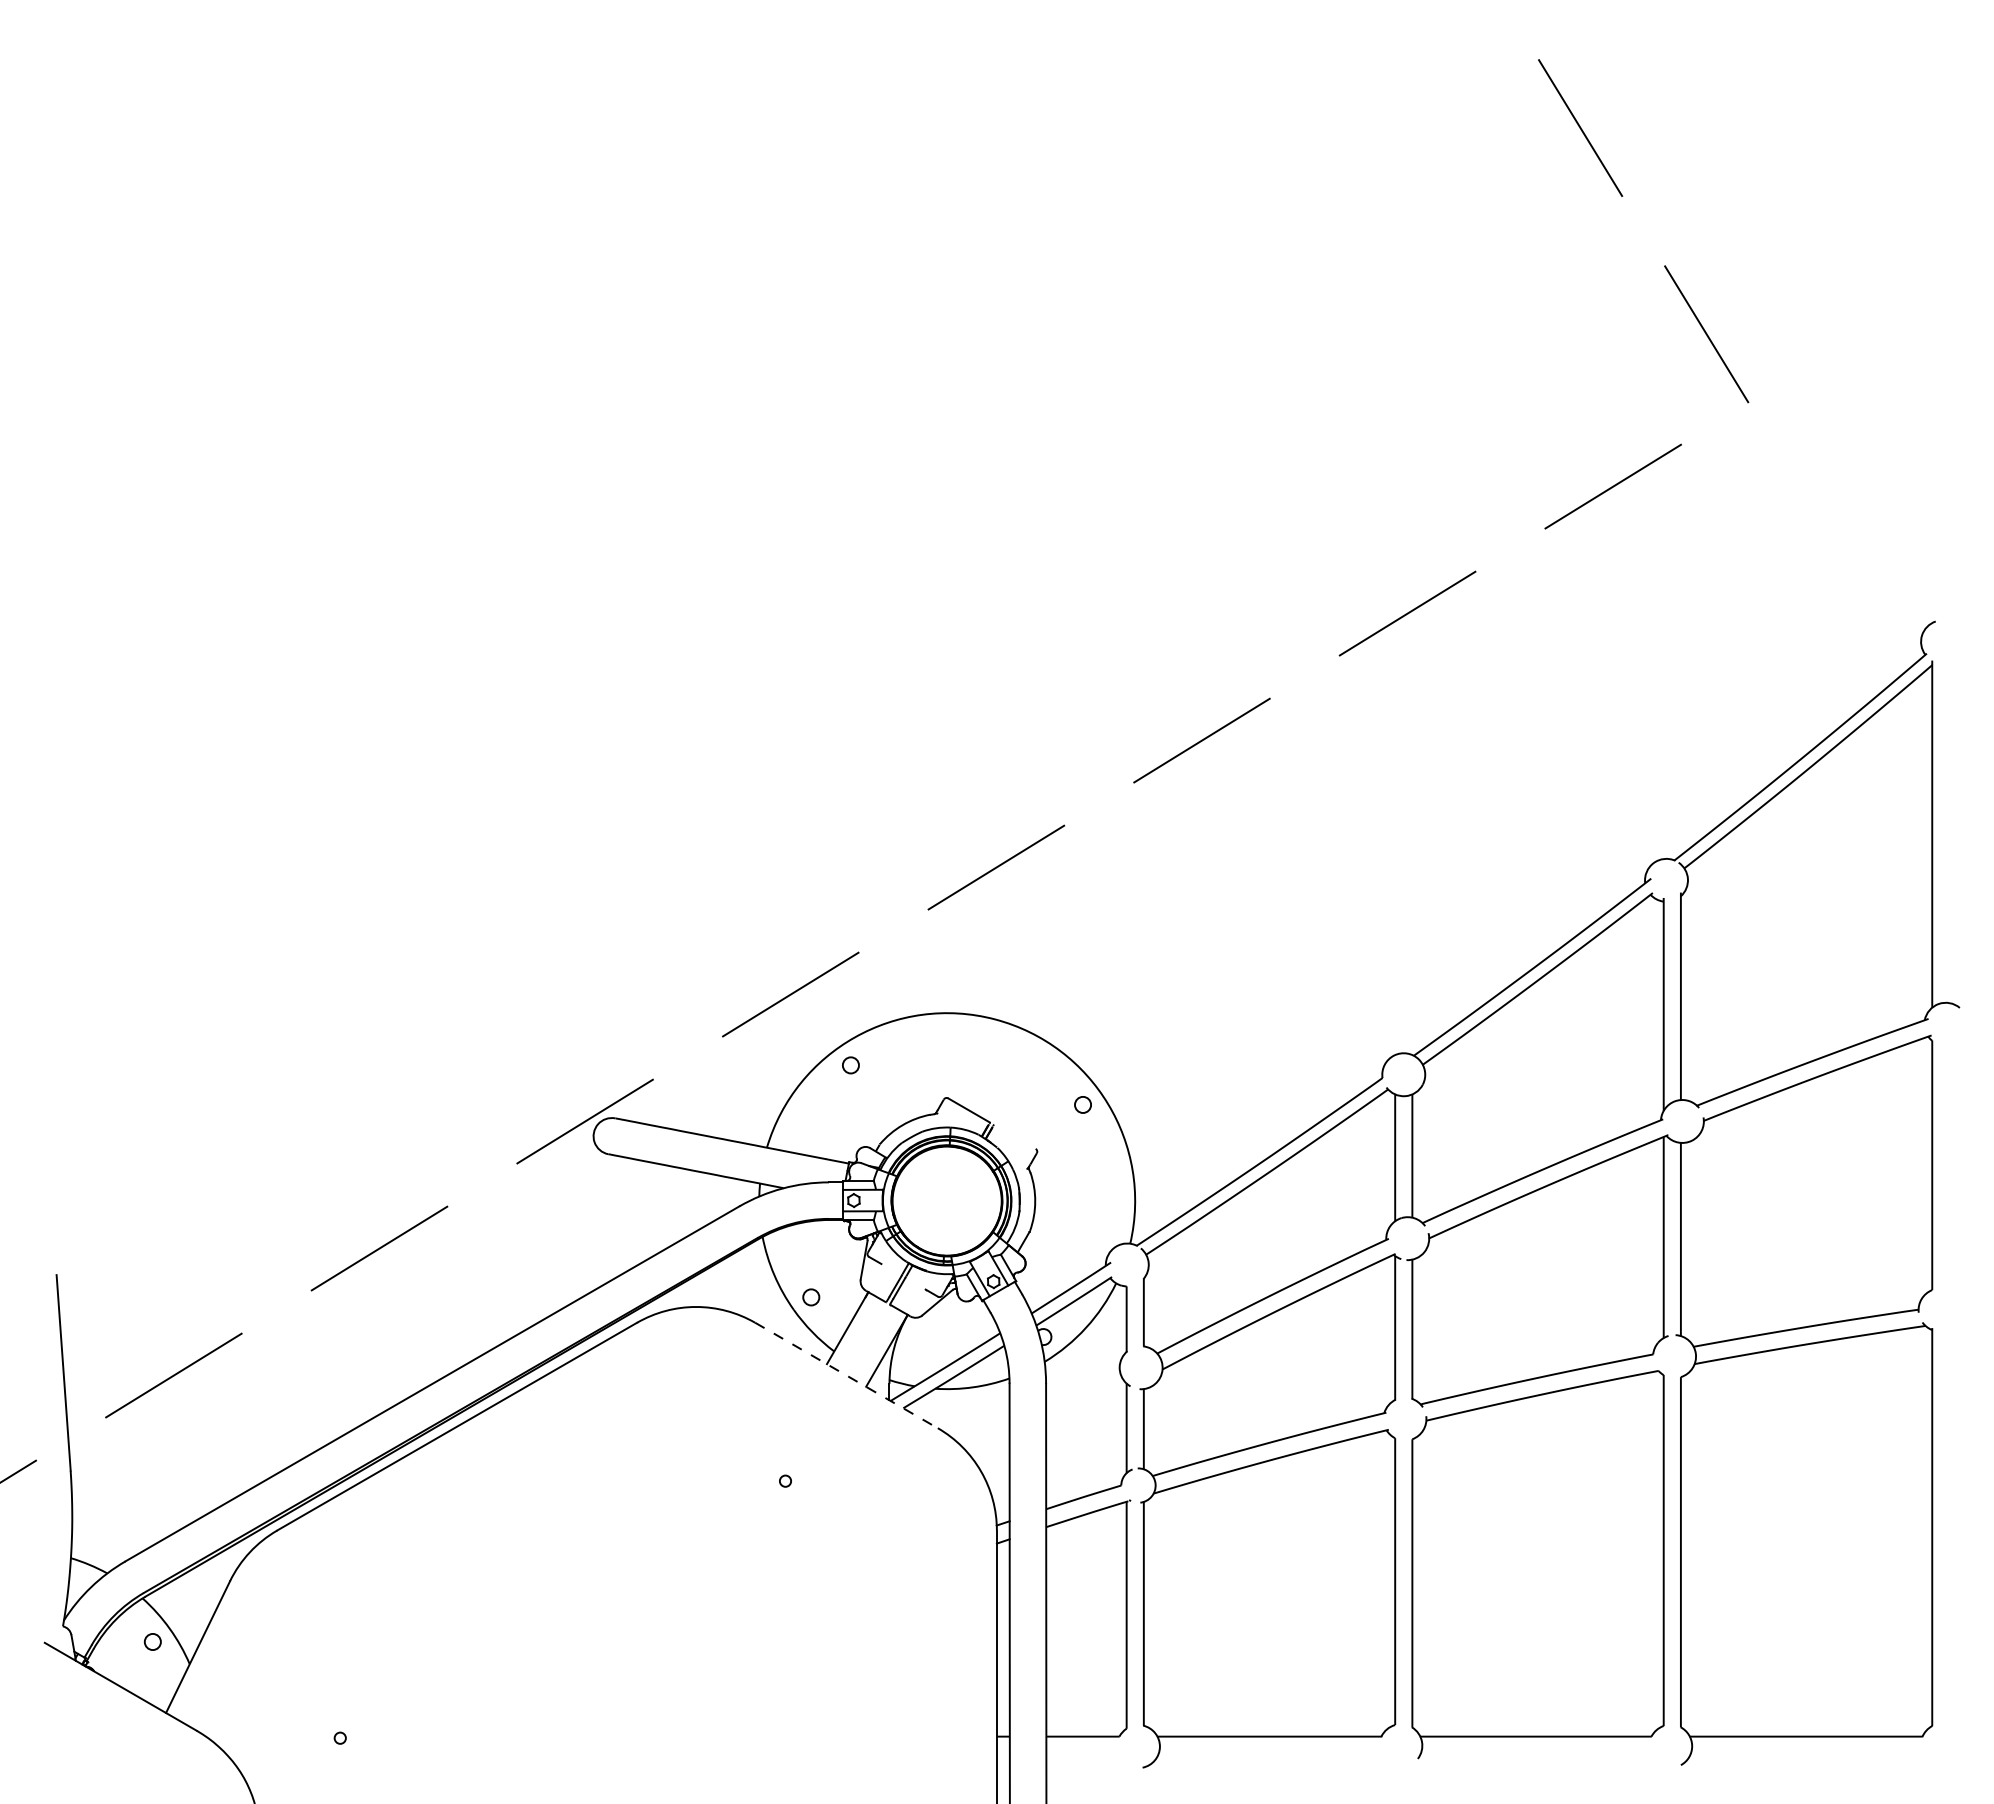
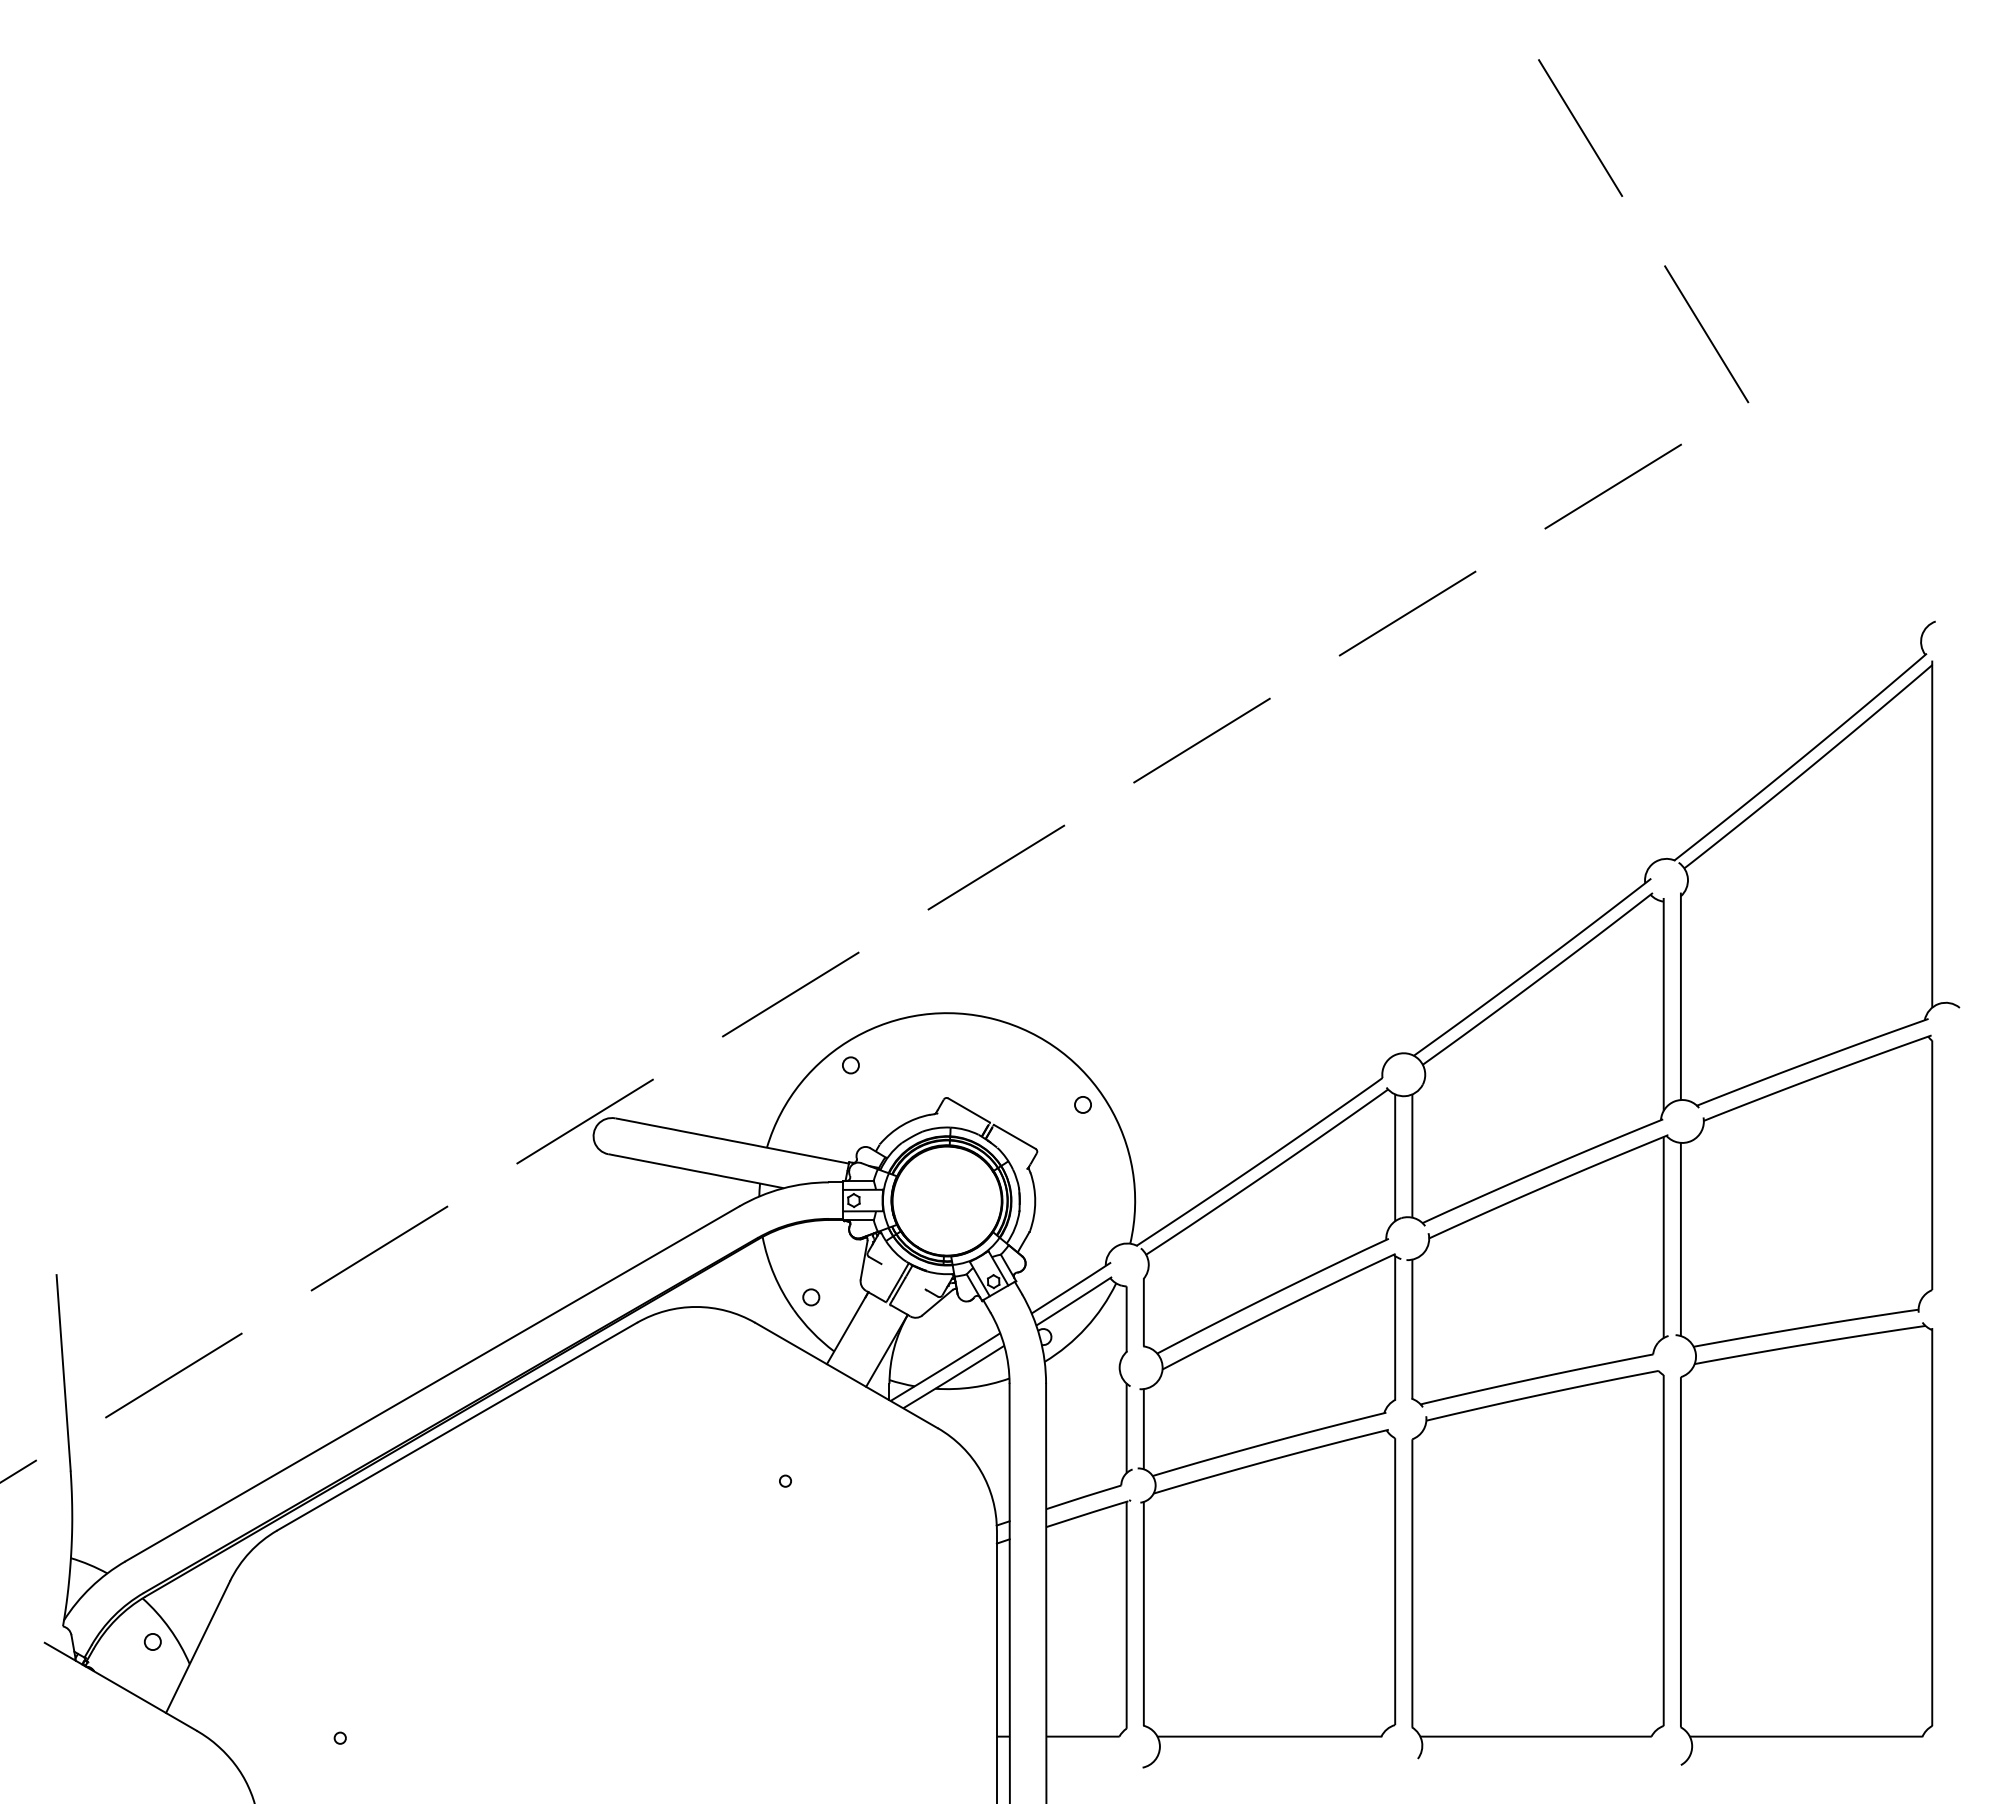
line at (1014, 1136): none -> present
line at (846, 1375): dashed -> solid
